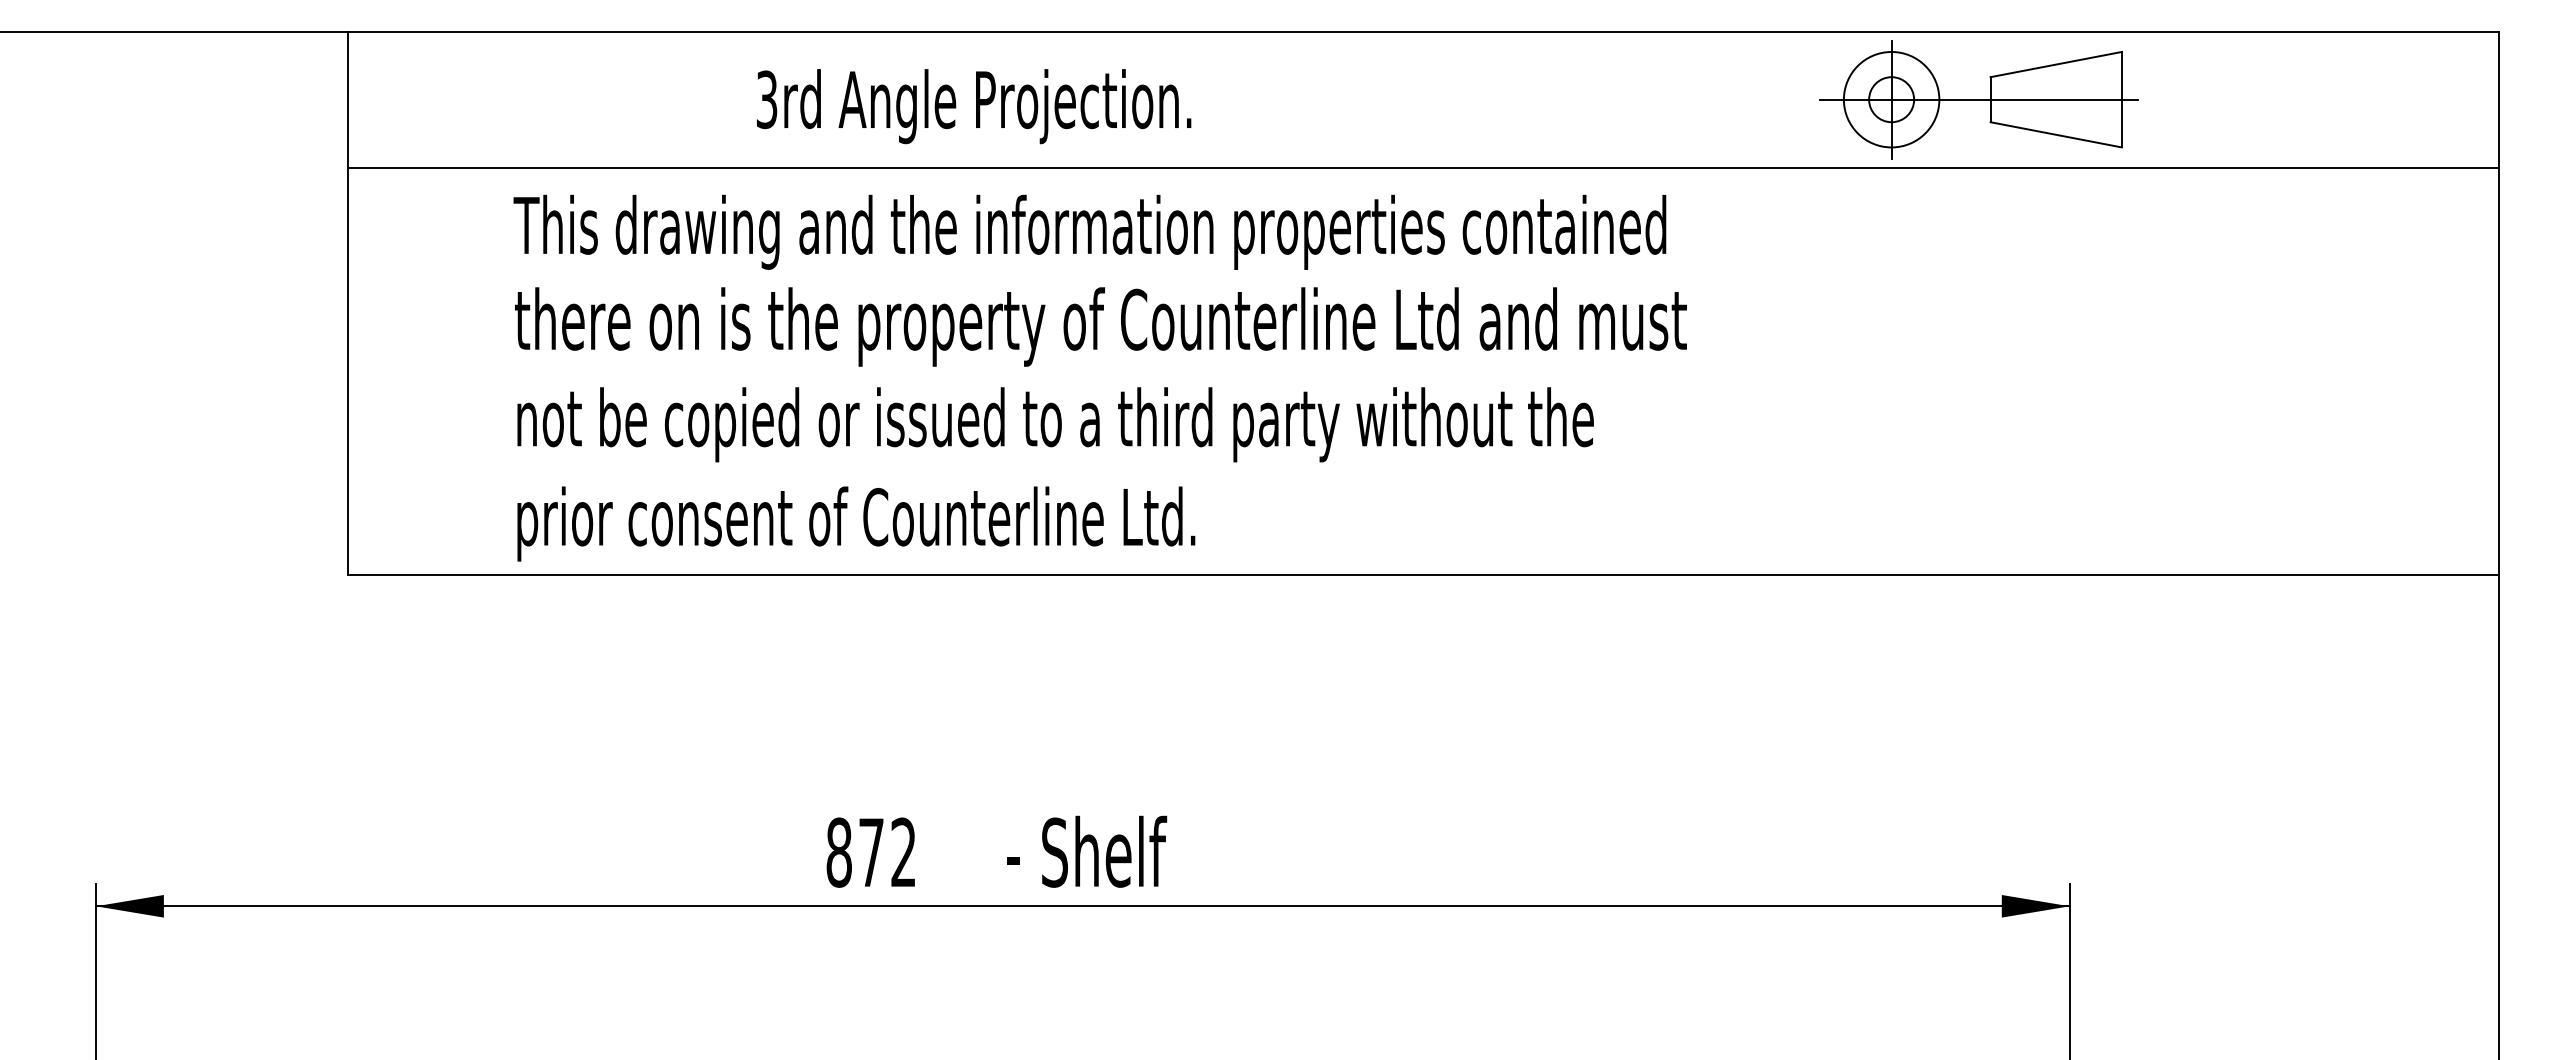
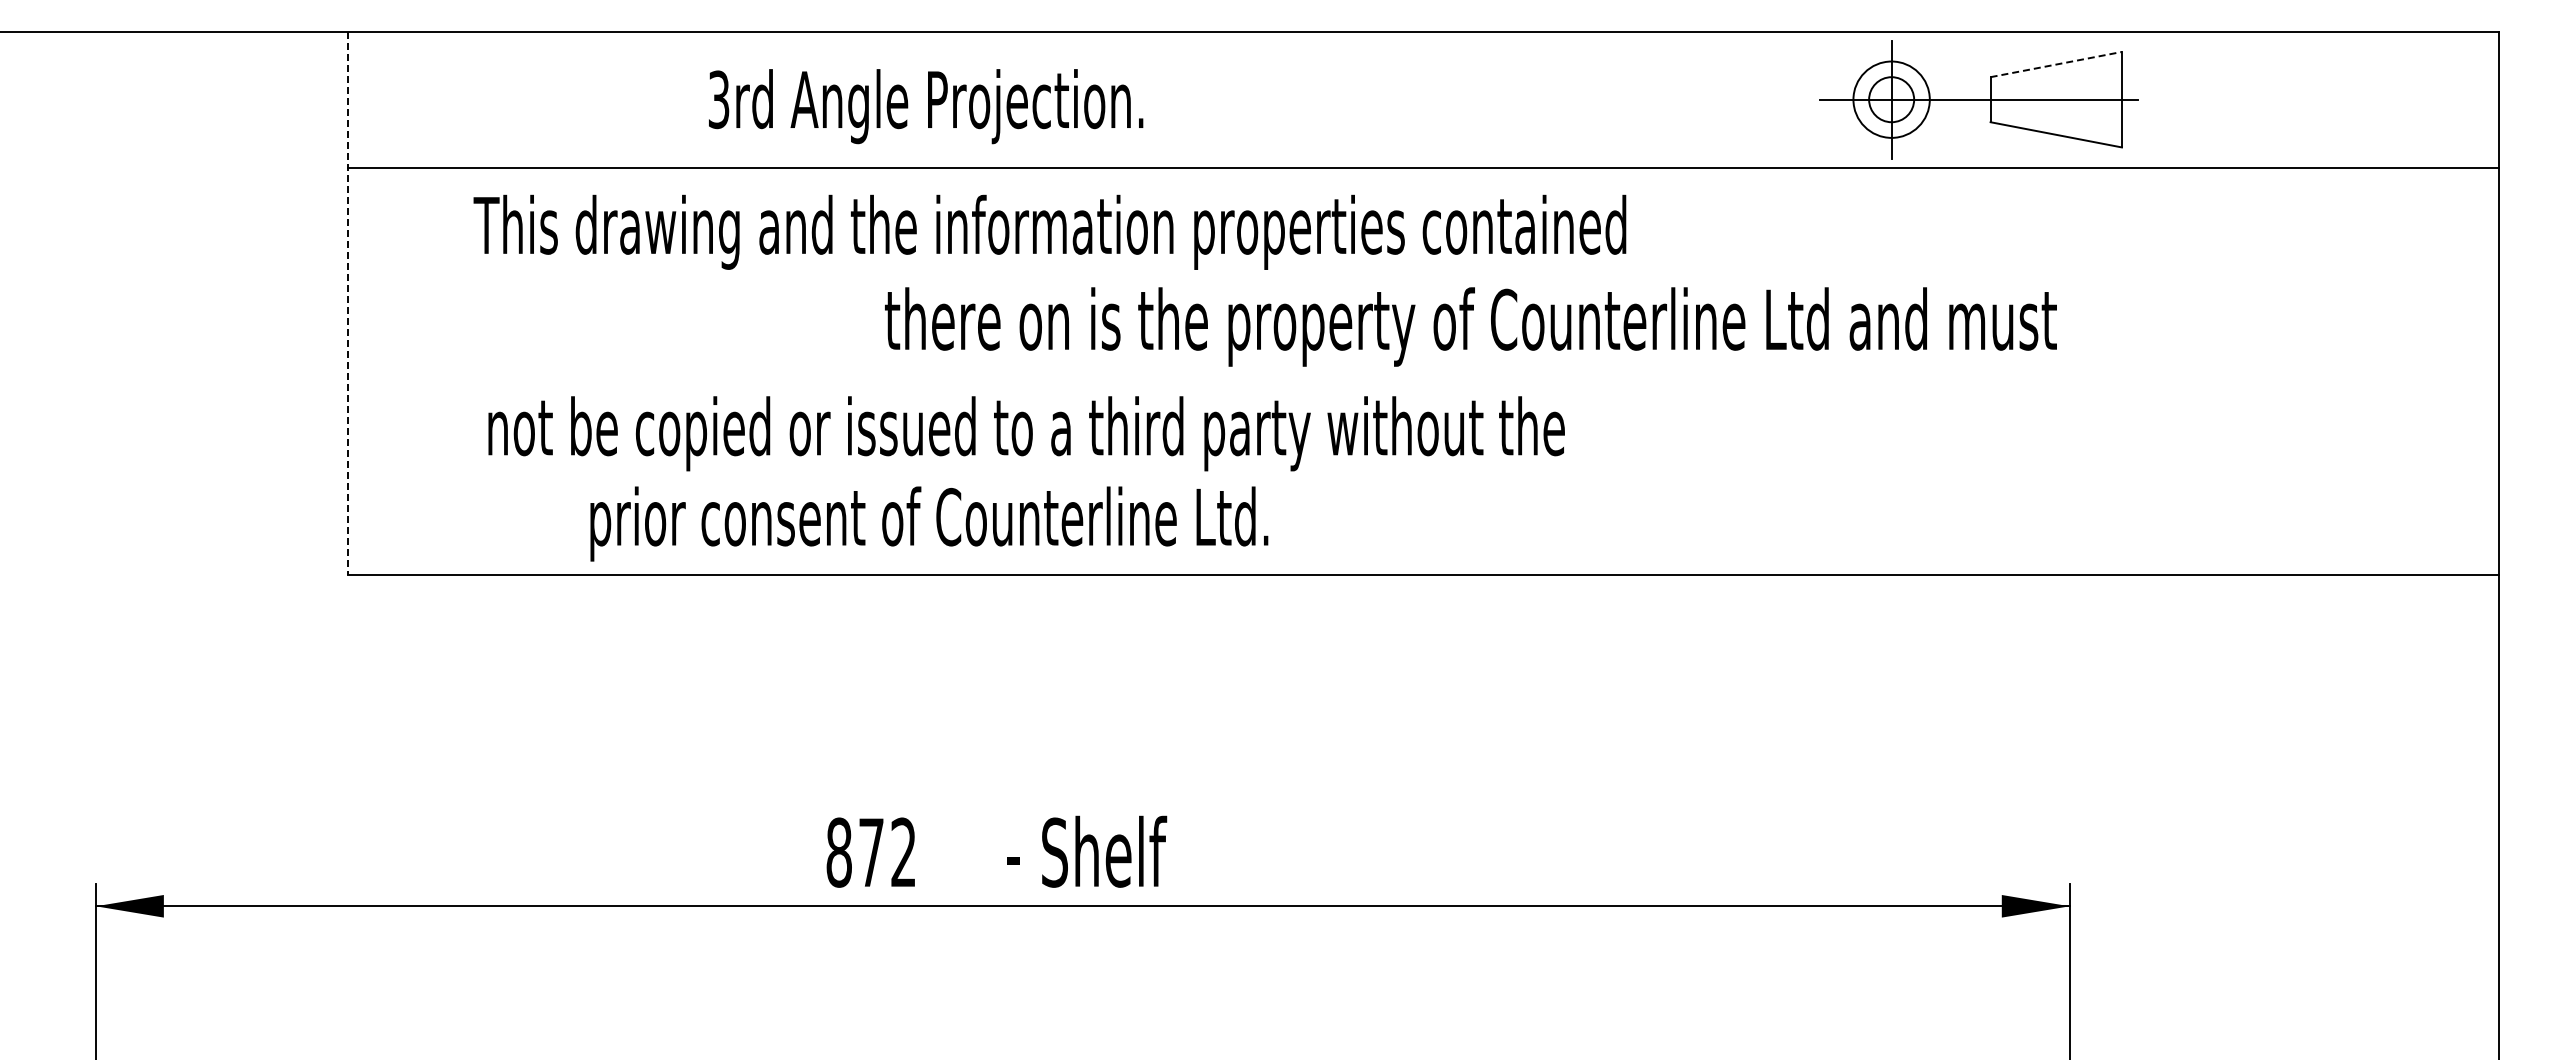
line at (2056, 64): solid -> dashed
circle at (1891, 99) diameter: 95 px -> 76 px
text at (974, 106) position: (974, 106) -> (926, 106)
text at (1089, 231) position: (1089, 231) -> (1049, 231)
line at (348, 303): solid -> dashed
text at (1100, 326) position: (1100, 326) -> (1470, 326)
text at (1055, 424) position: (1055, 424) -> (1026, 433)
text at (856, 523) position: (856, 523) -> (929, 523)
